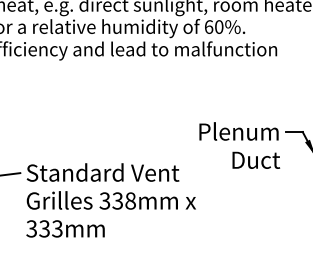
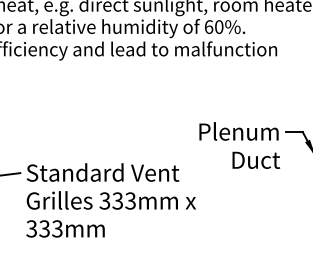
text at (130, 200): 338mm -> 333mm
